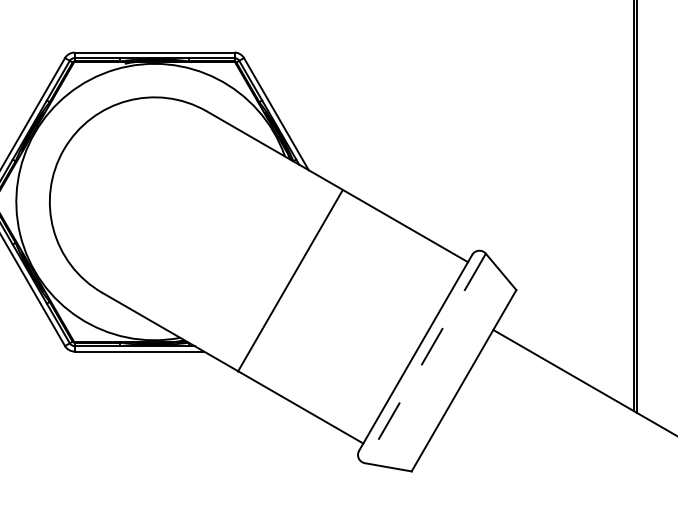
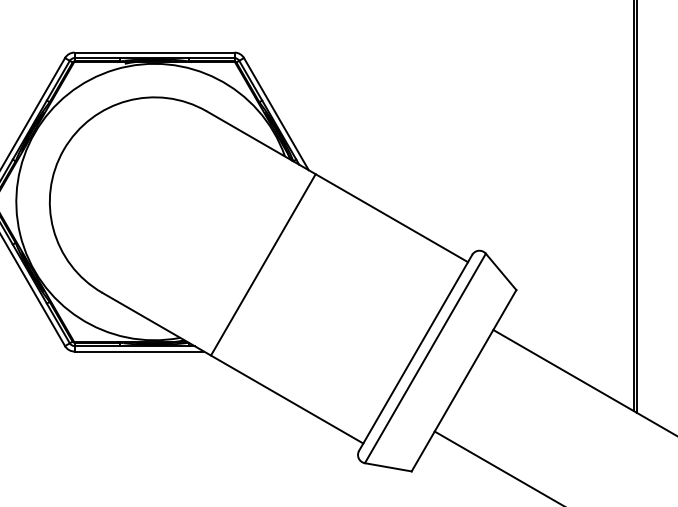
line at (290, 280) position: (290, 280) -> (263, 264)
line at (425, 358): dashed -> solid
line at (496, 467): none -> present
